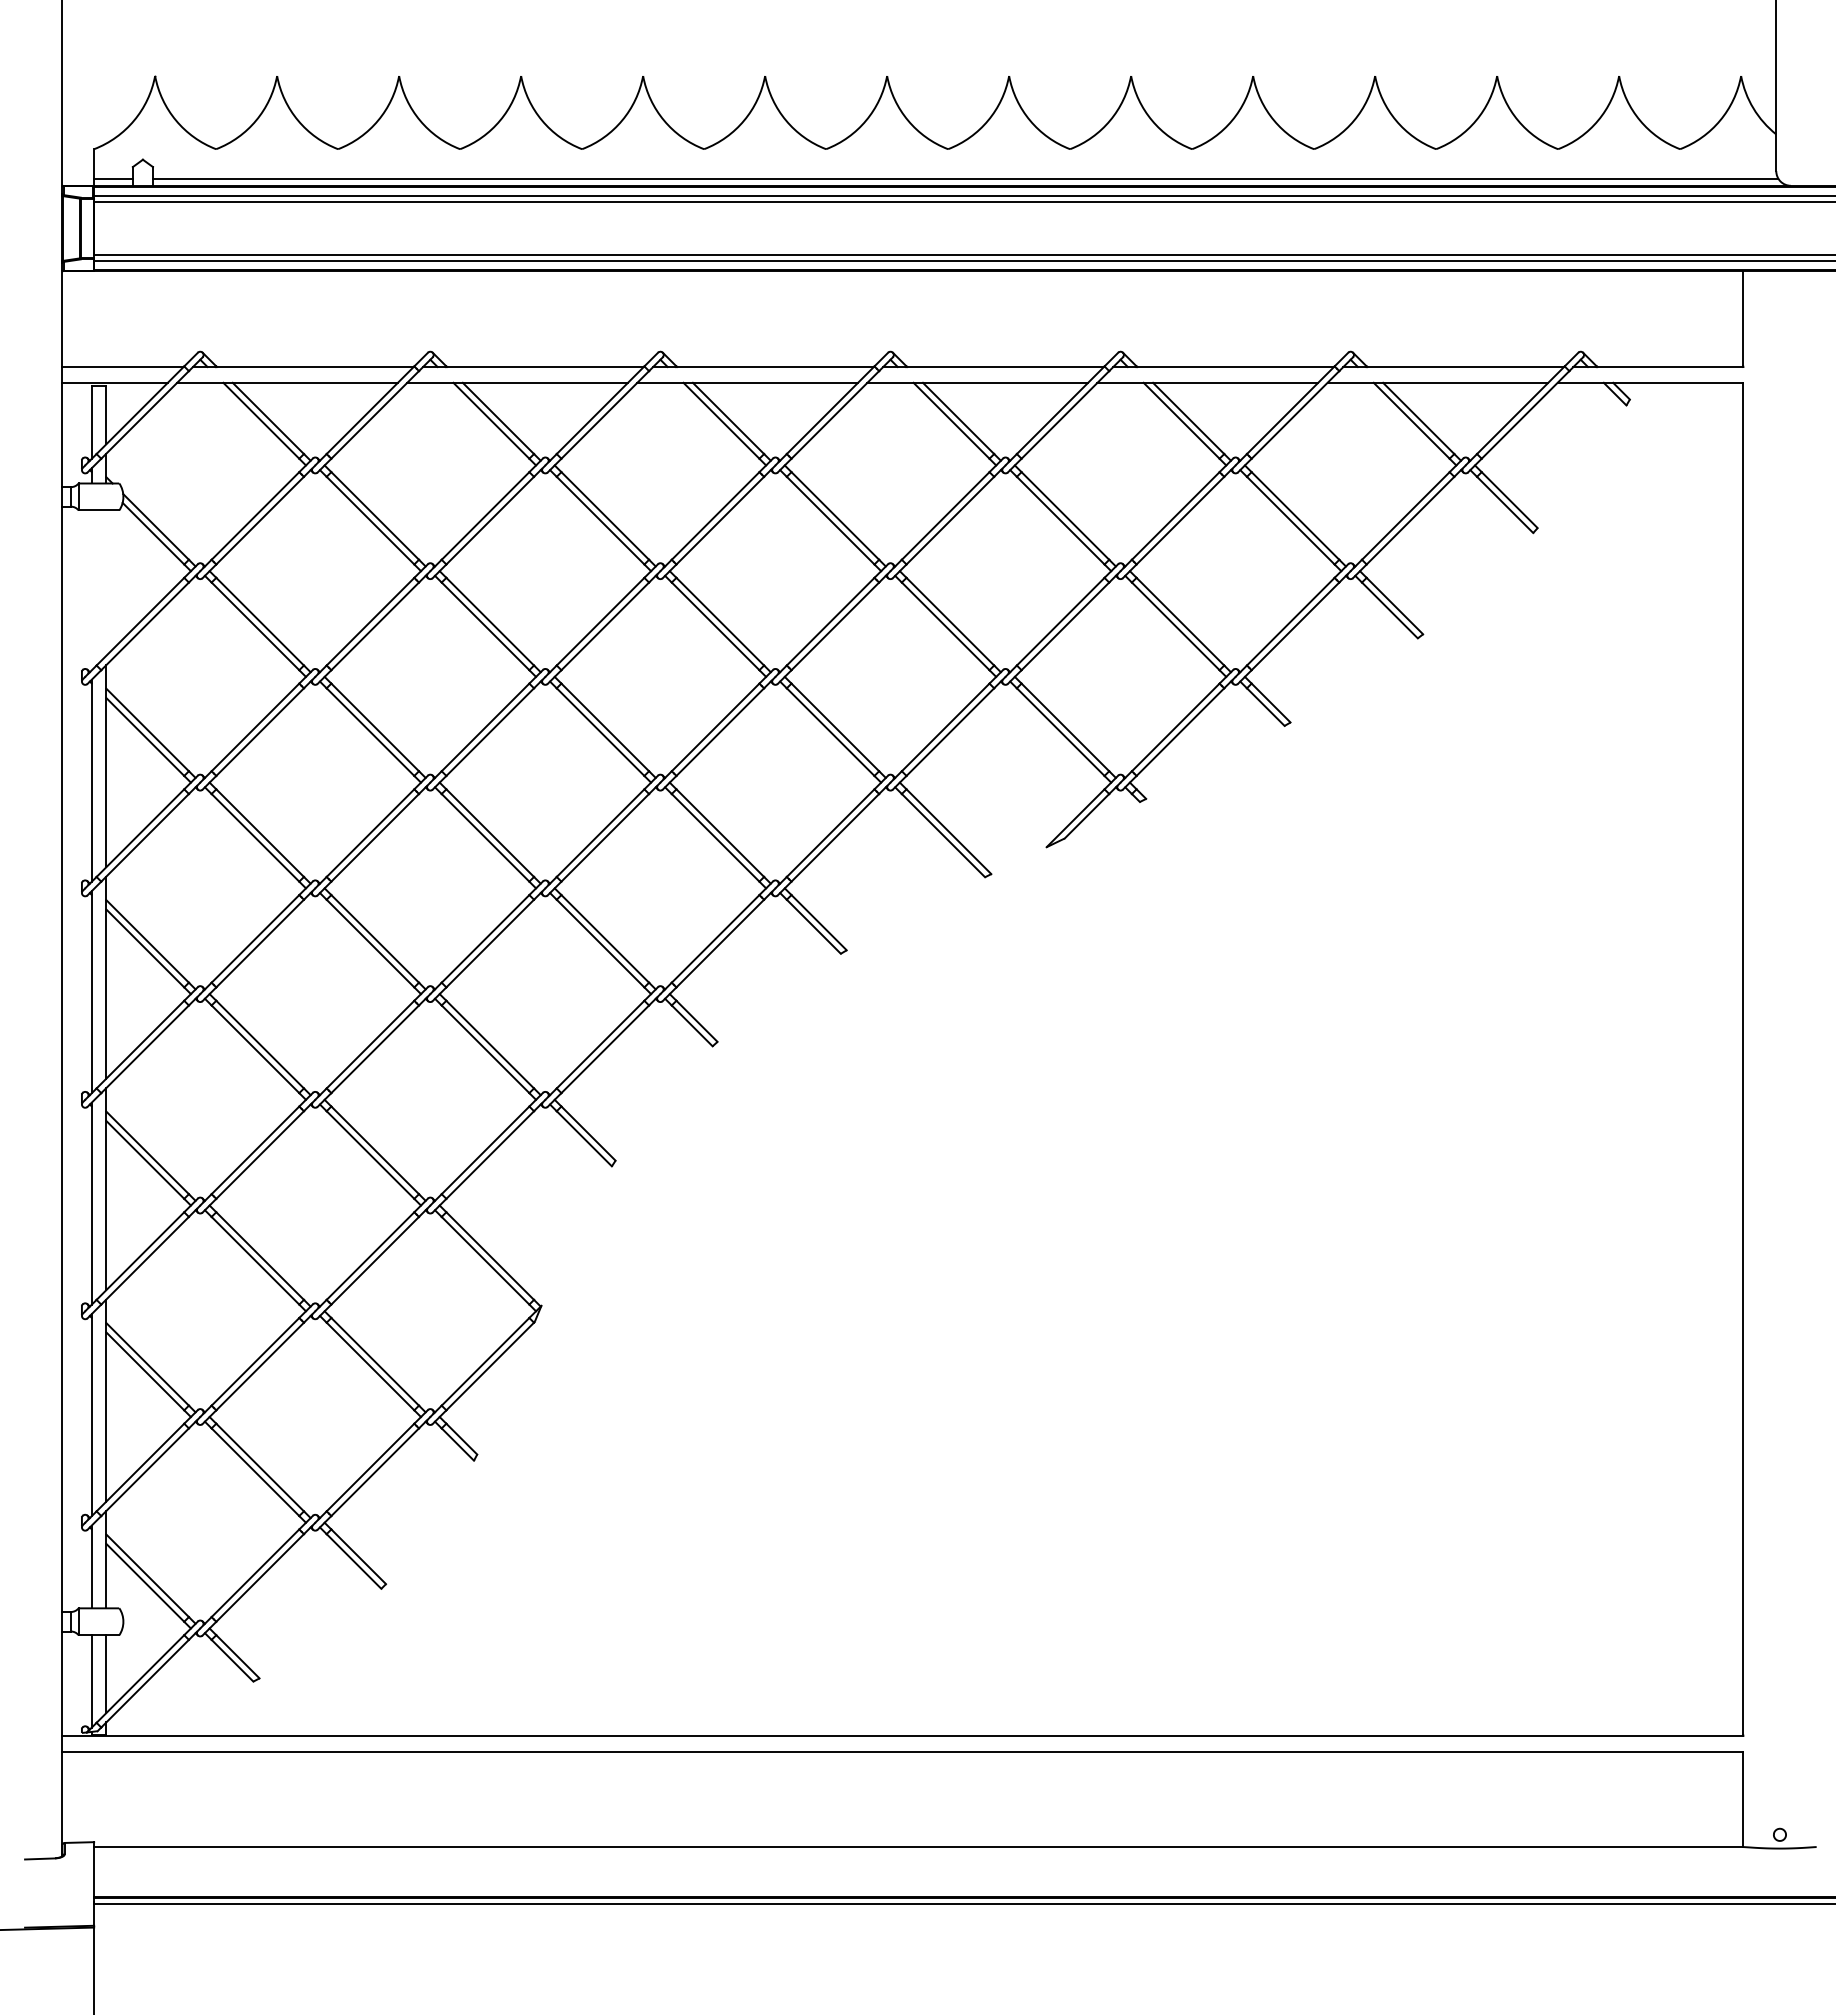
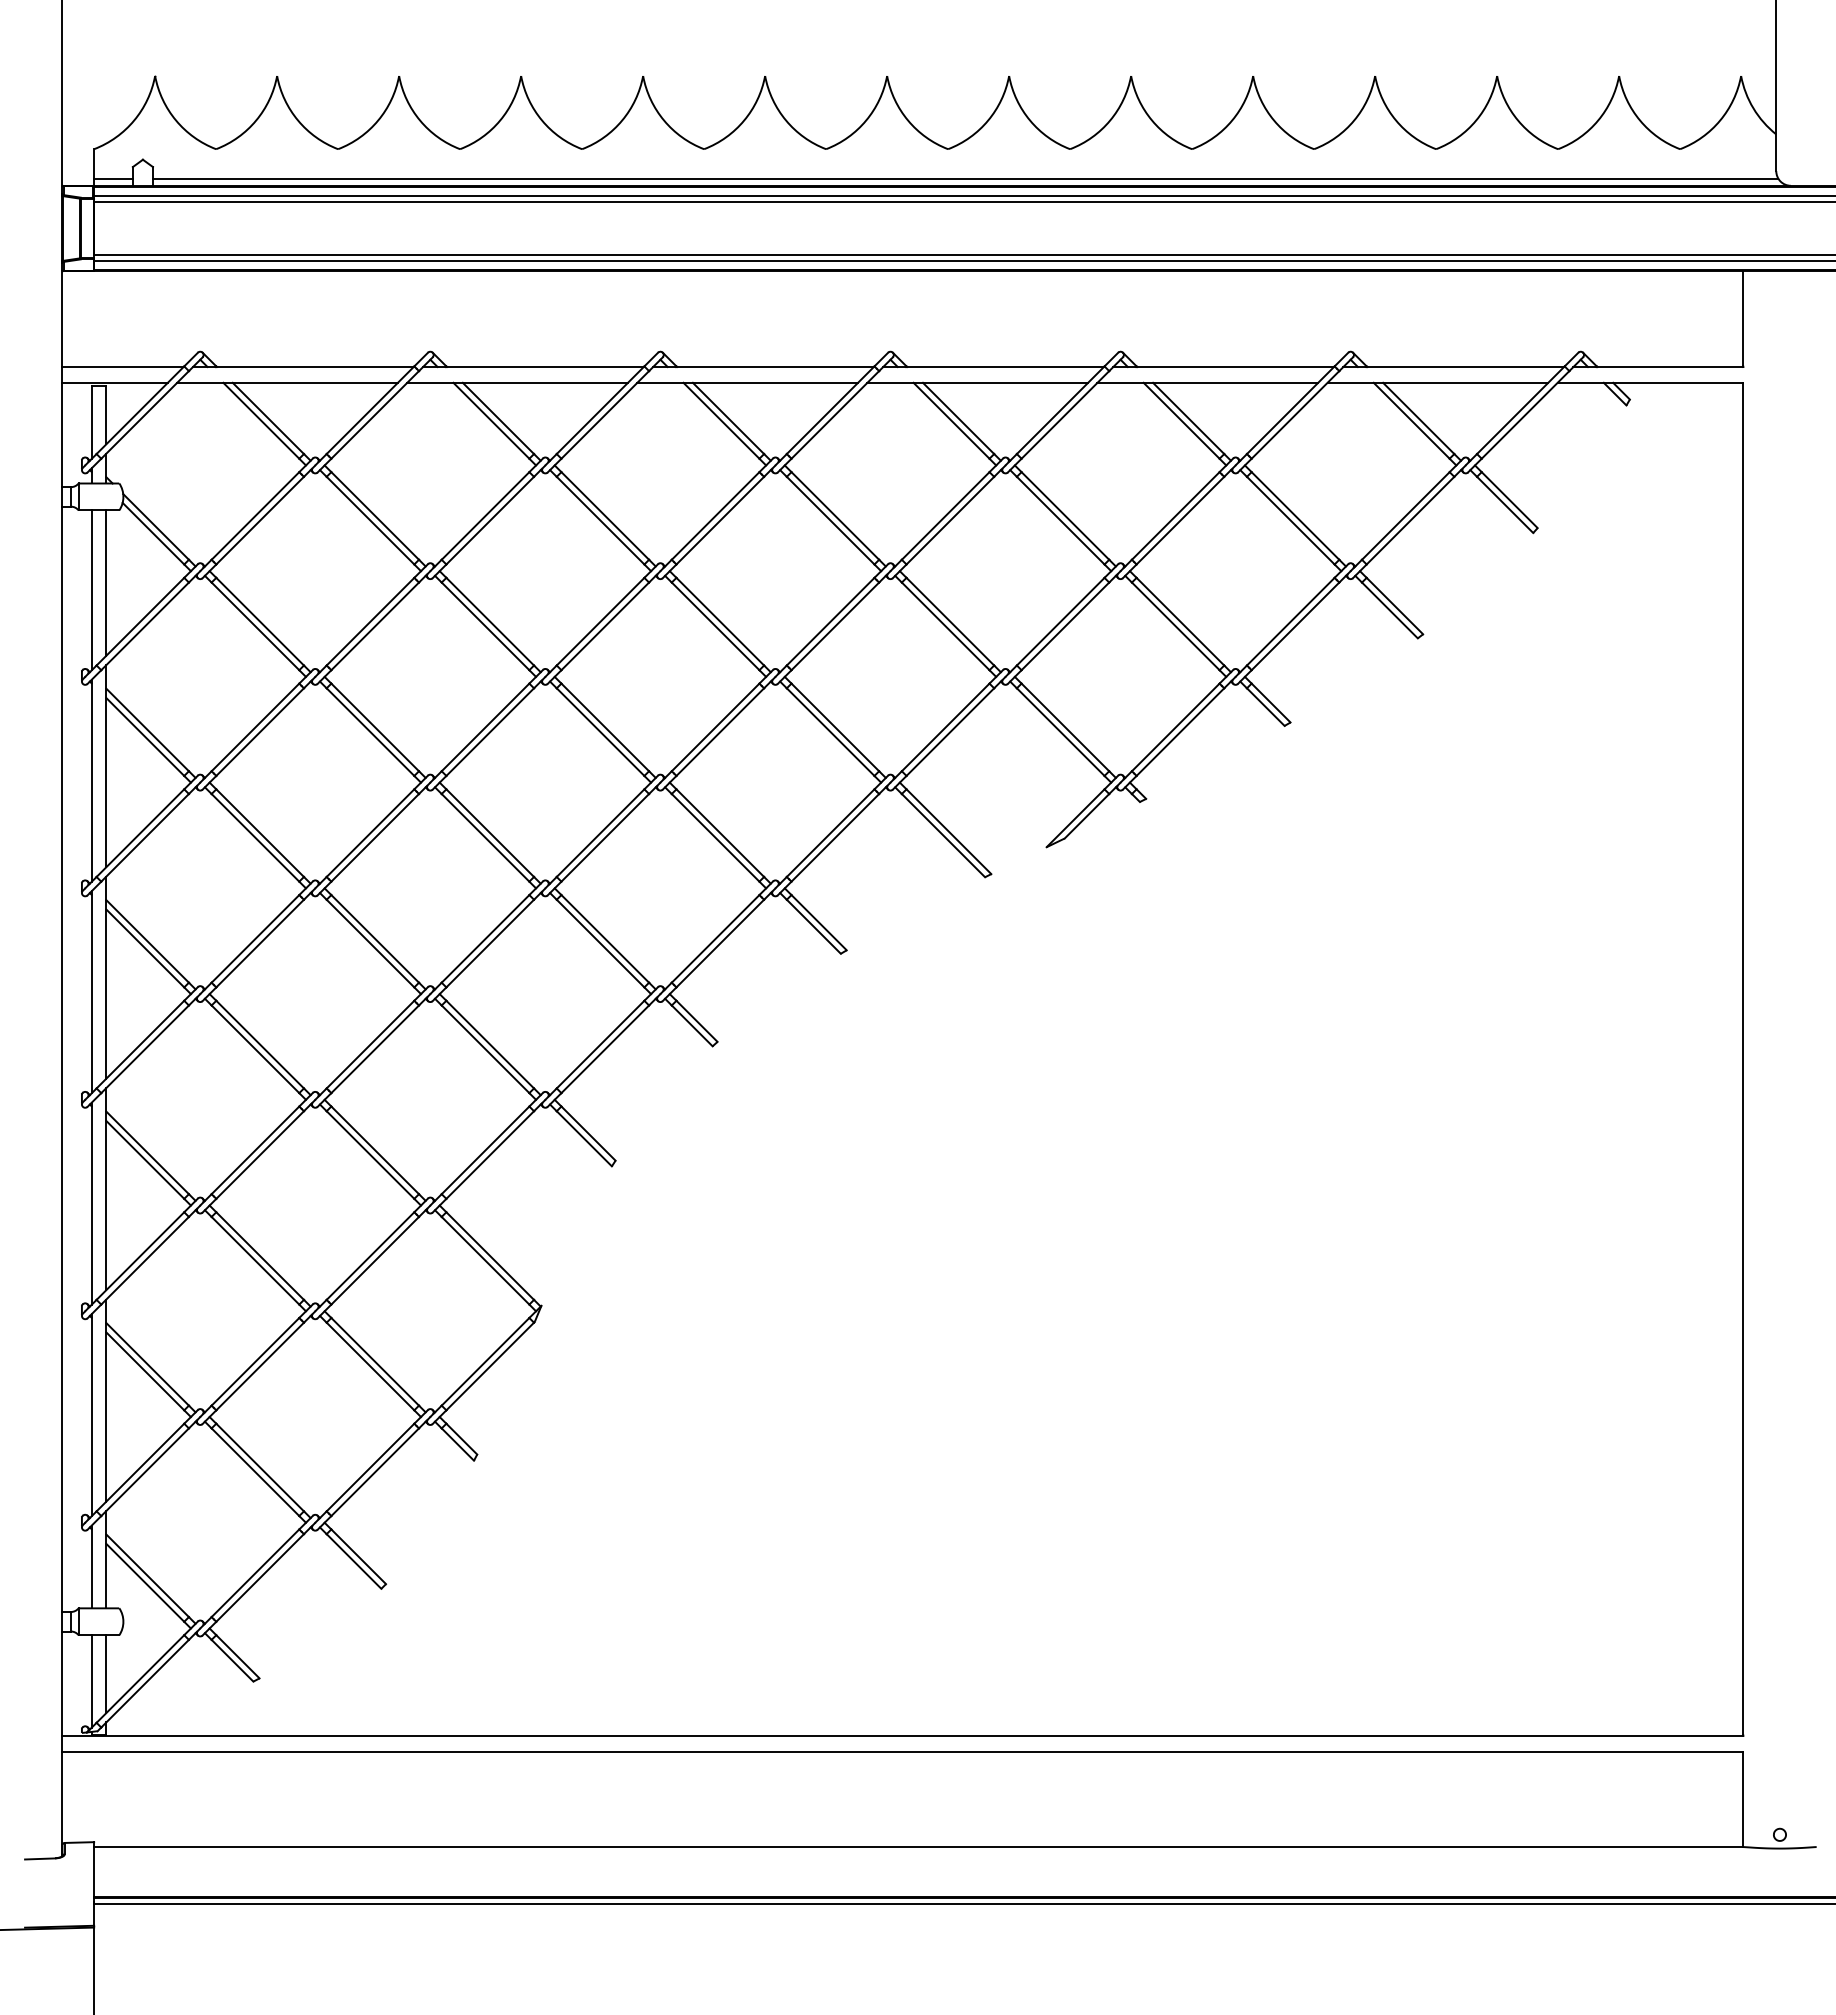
line at (106, 582): none -> present
line at (91, 590): none -> present
